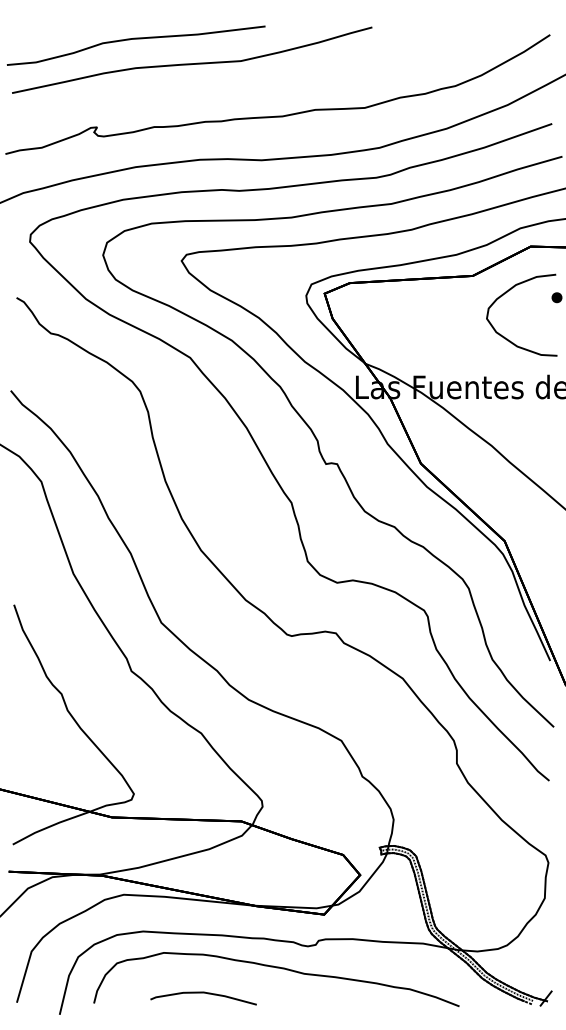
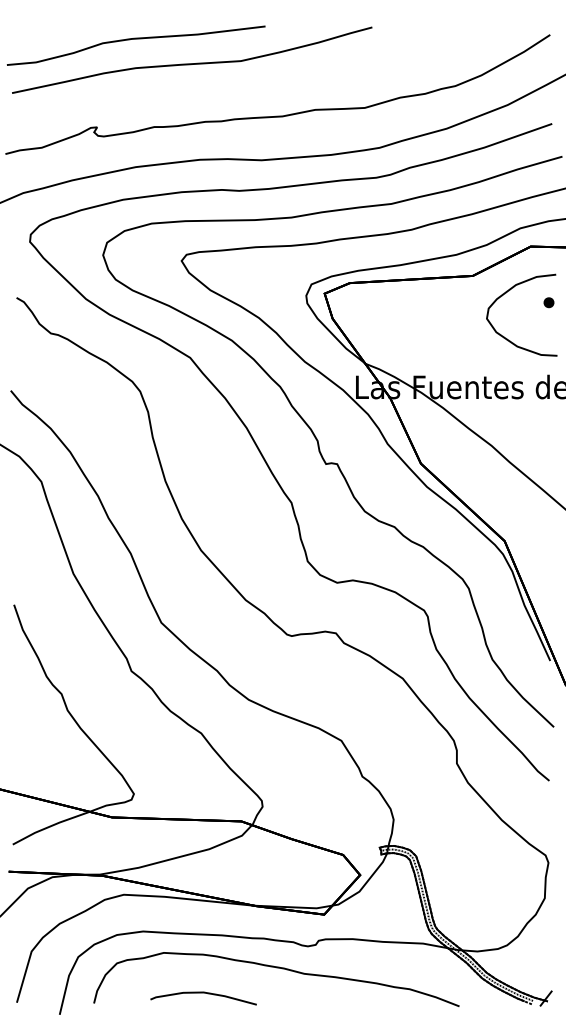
part at (556, 297) position: (556, 297) -> (548, 302)
